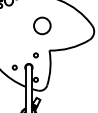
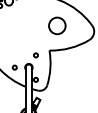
circle at (42, 25) position: (42, 25) -> (57, 25)
